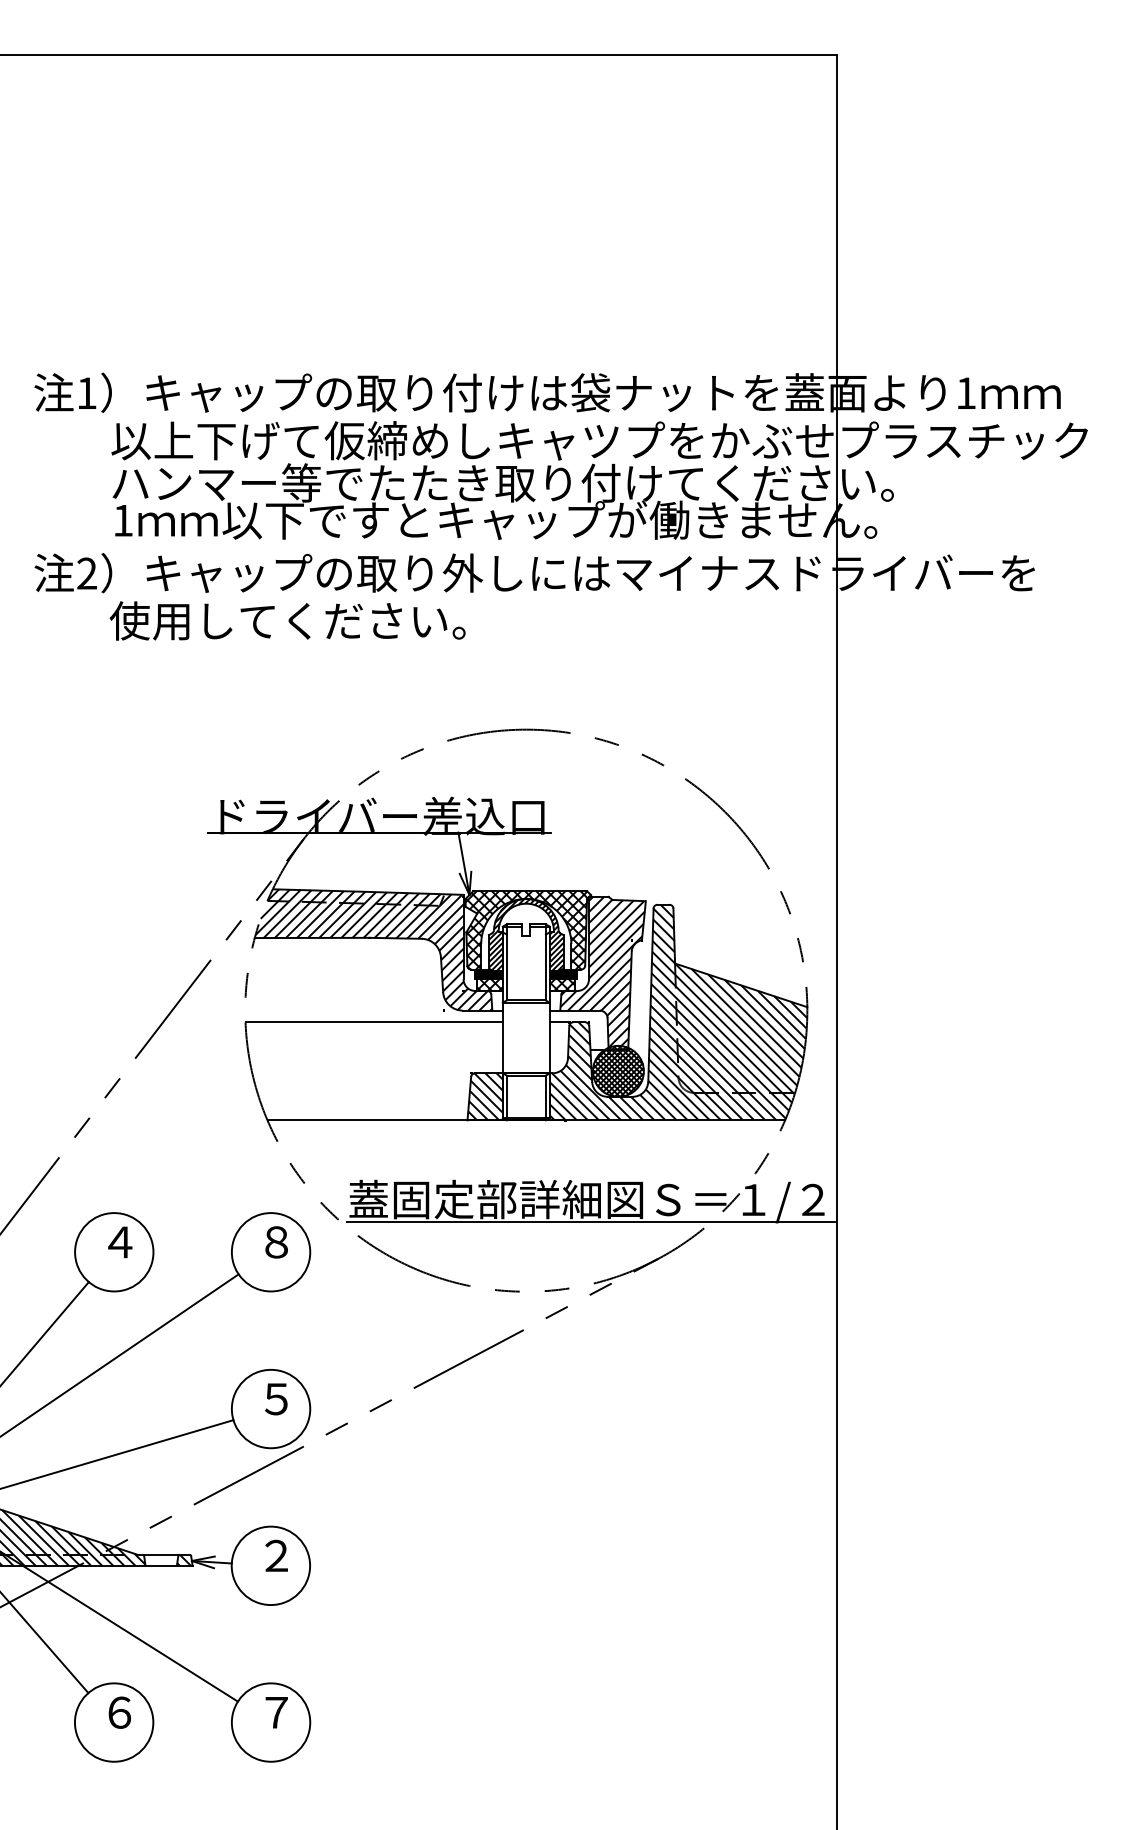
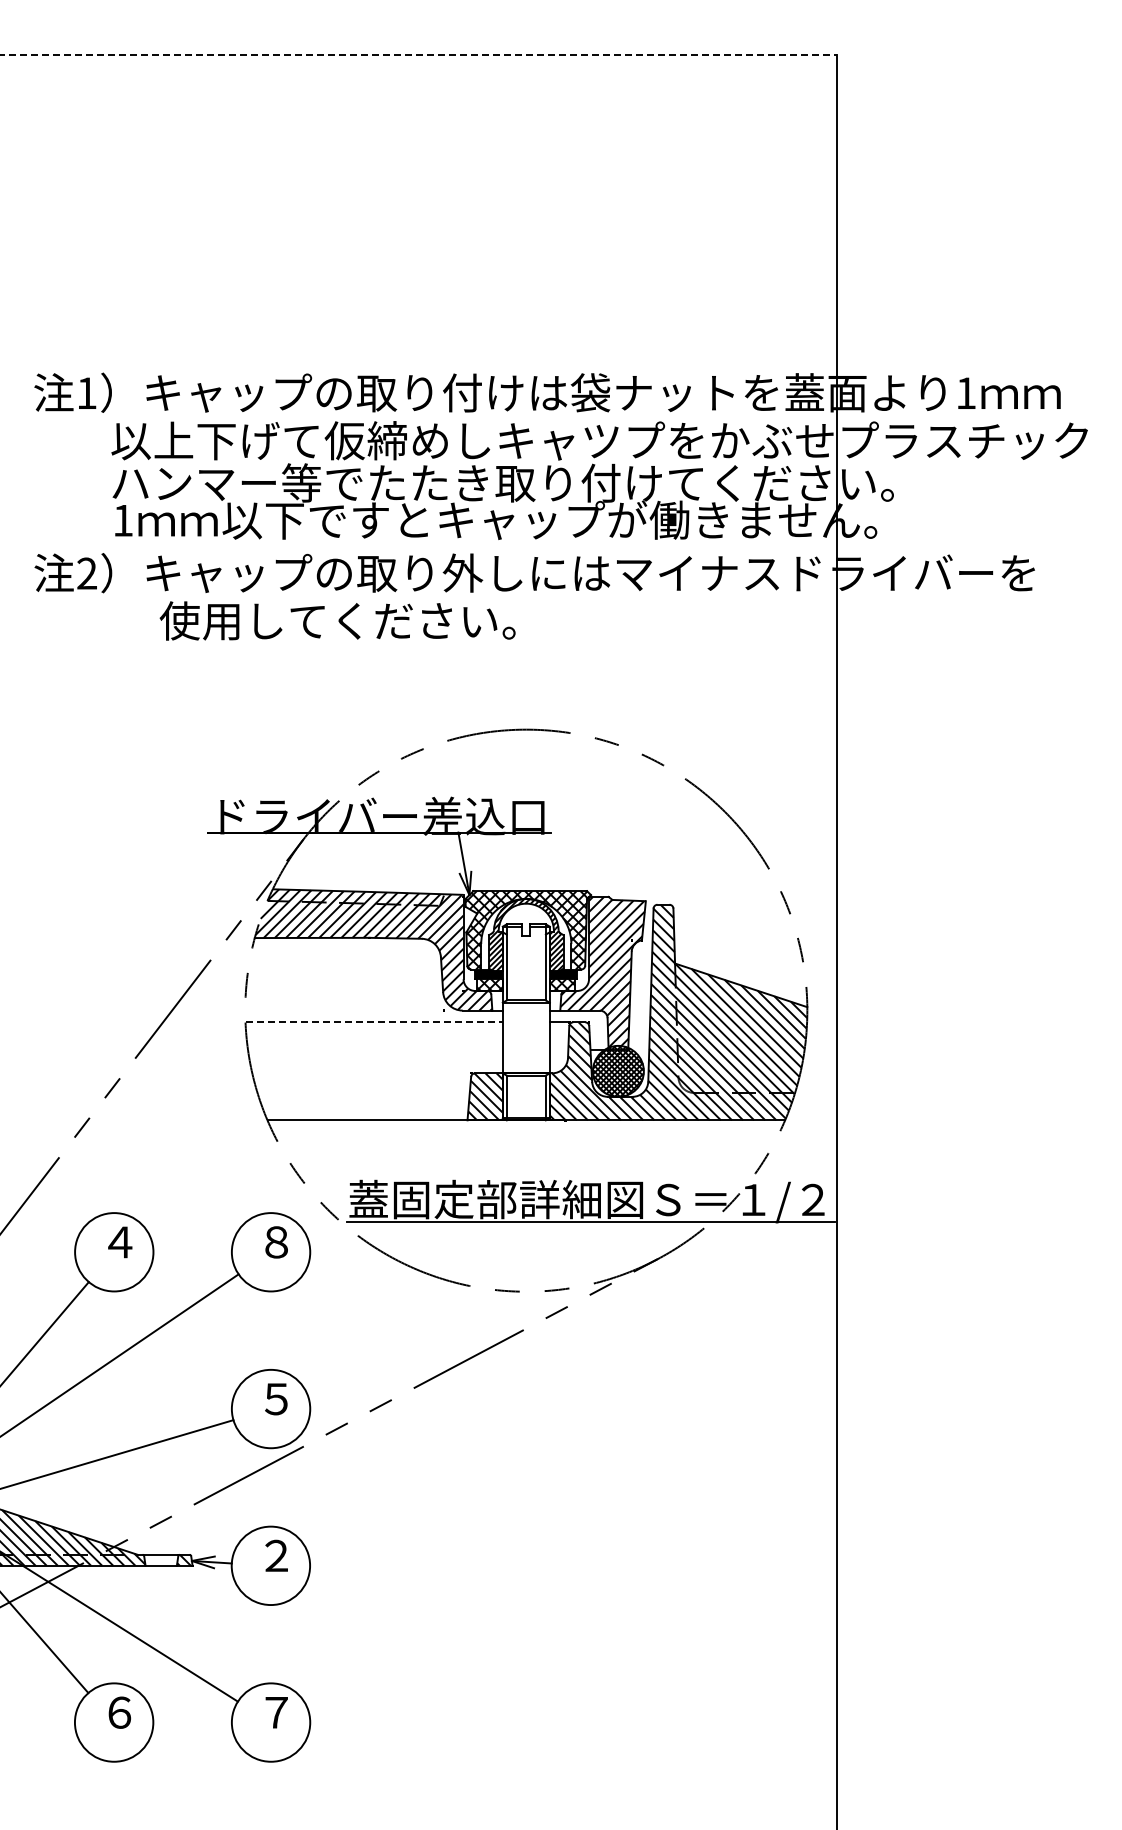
line at (418, 54): solid -> dashed
text at (287, 620) position: (287, 620) -> (337, 620)
line at (374, 1022): solid -> dashed
